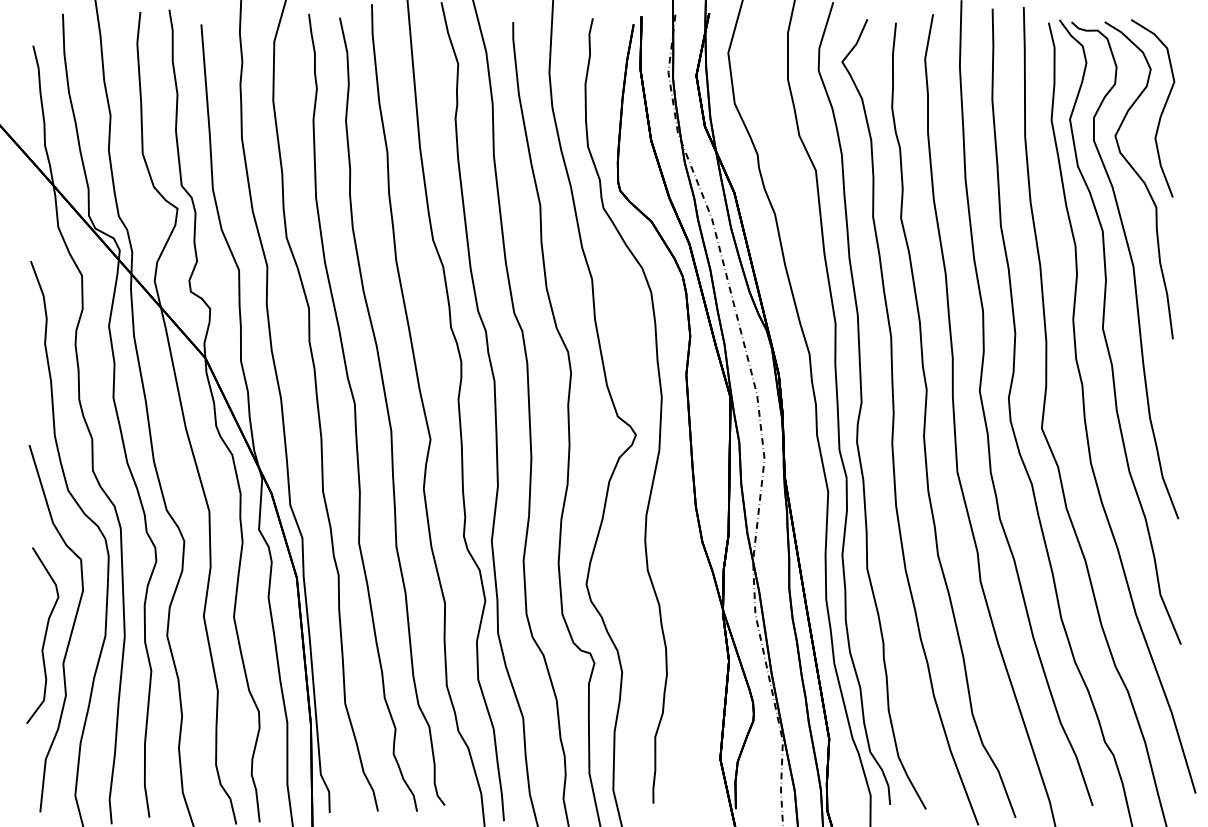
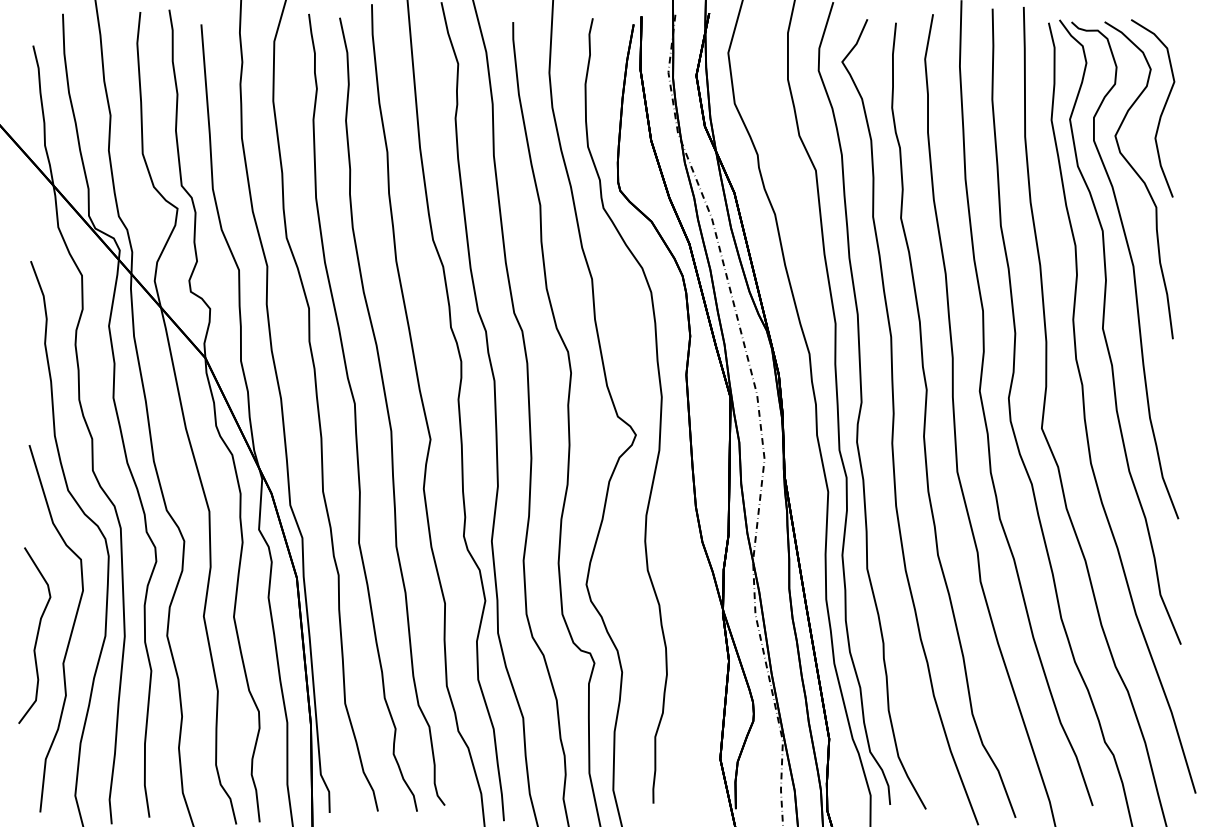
curve at (44, 635) position: (44, 635) -> (36, 635)
